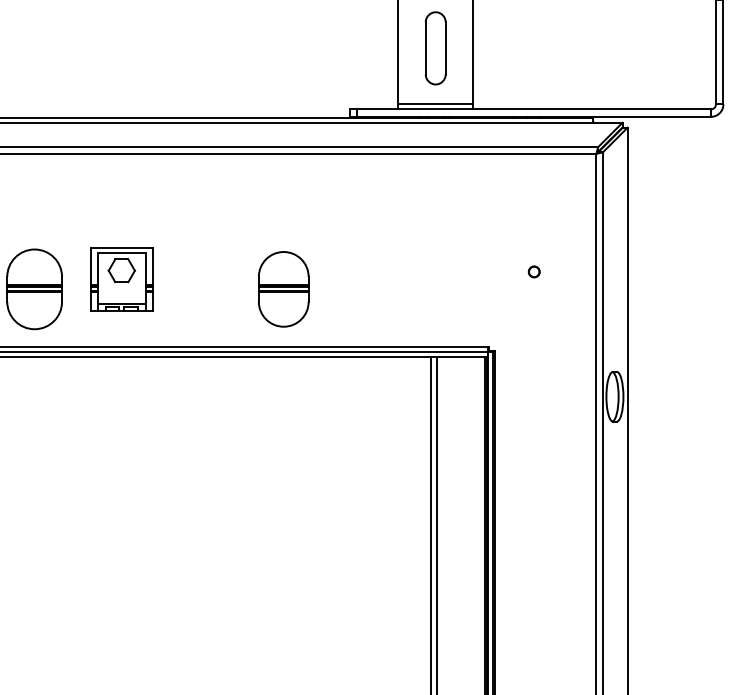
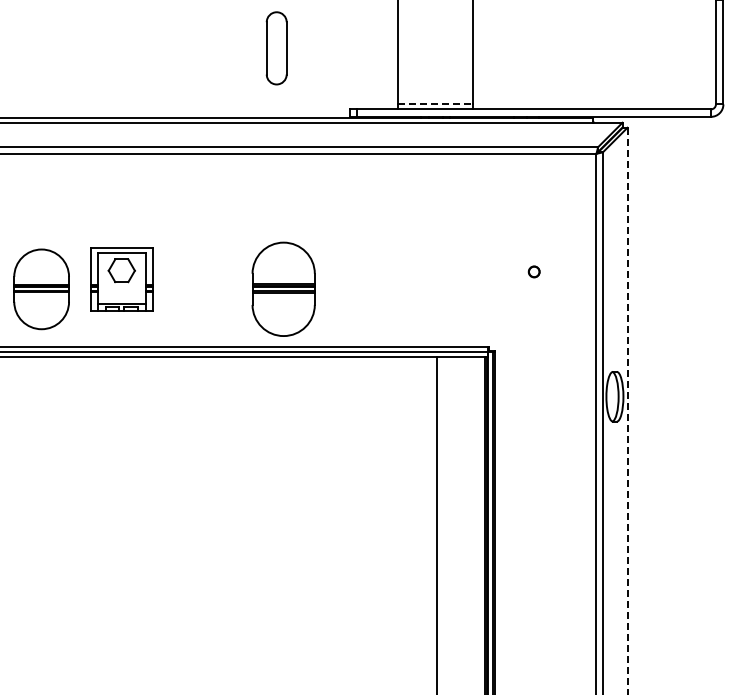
part at (435, 48) position: (435, 48) -> (276, 48)
line at (436, 104): solid -> dashed
part at (34, 289) position: (34, 289) -> (41, 289)
part at (283, 289) size: 52x77 px -> 65x96 px
line at (627, 411): solid -> dashed
line at (431, 523): present -> none
